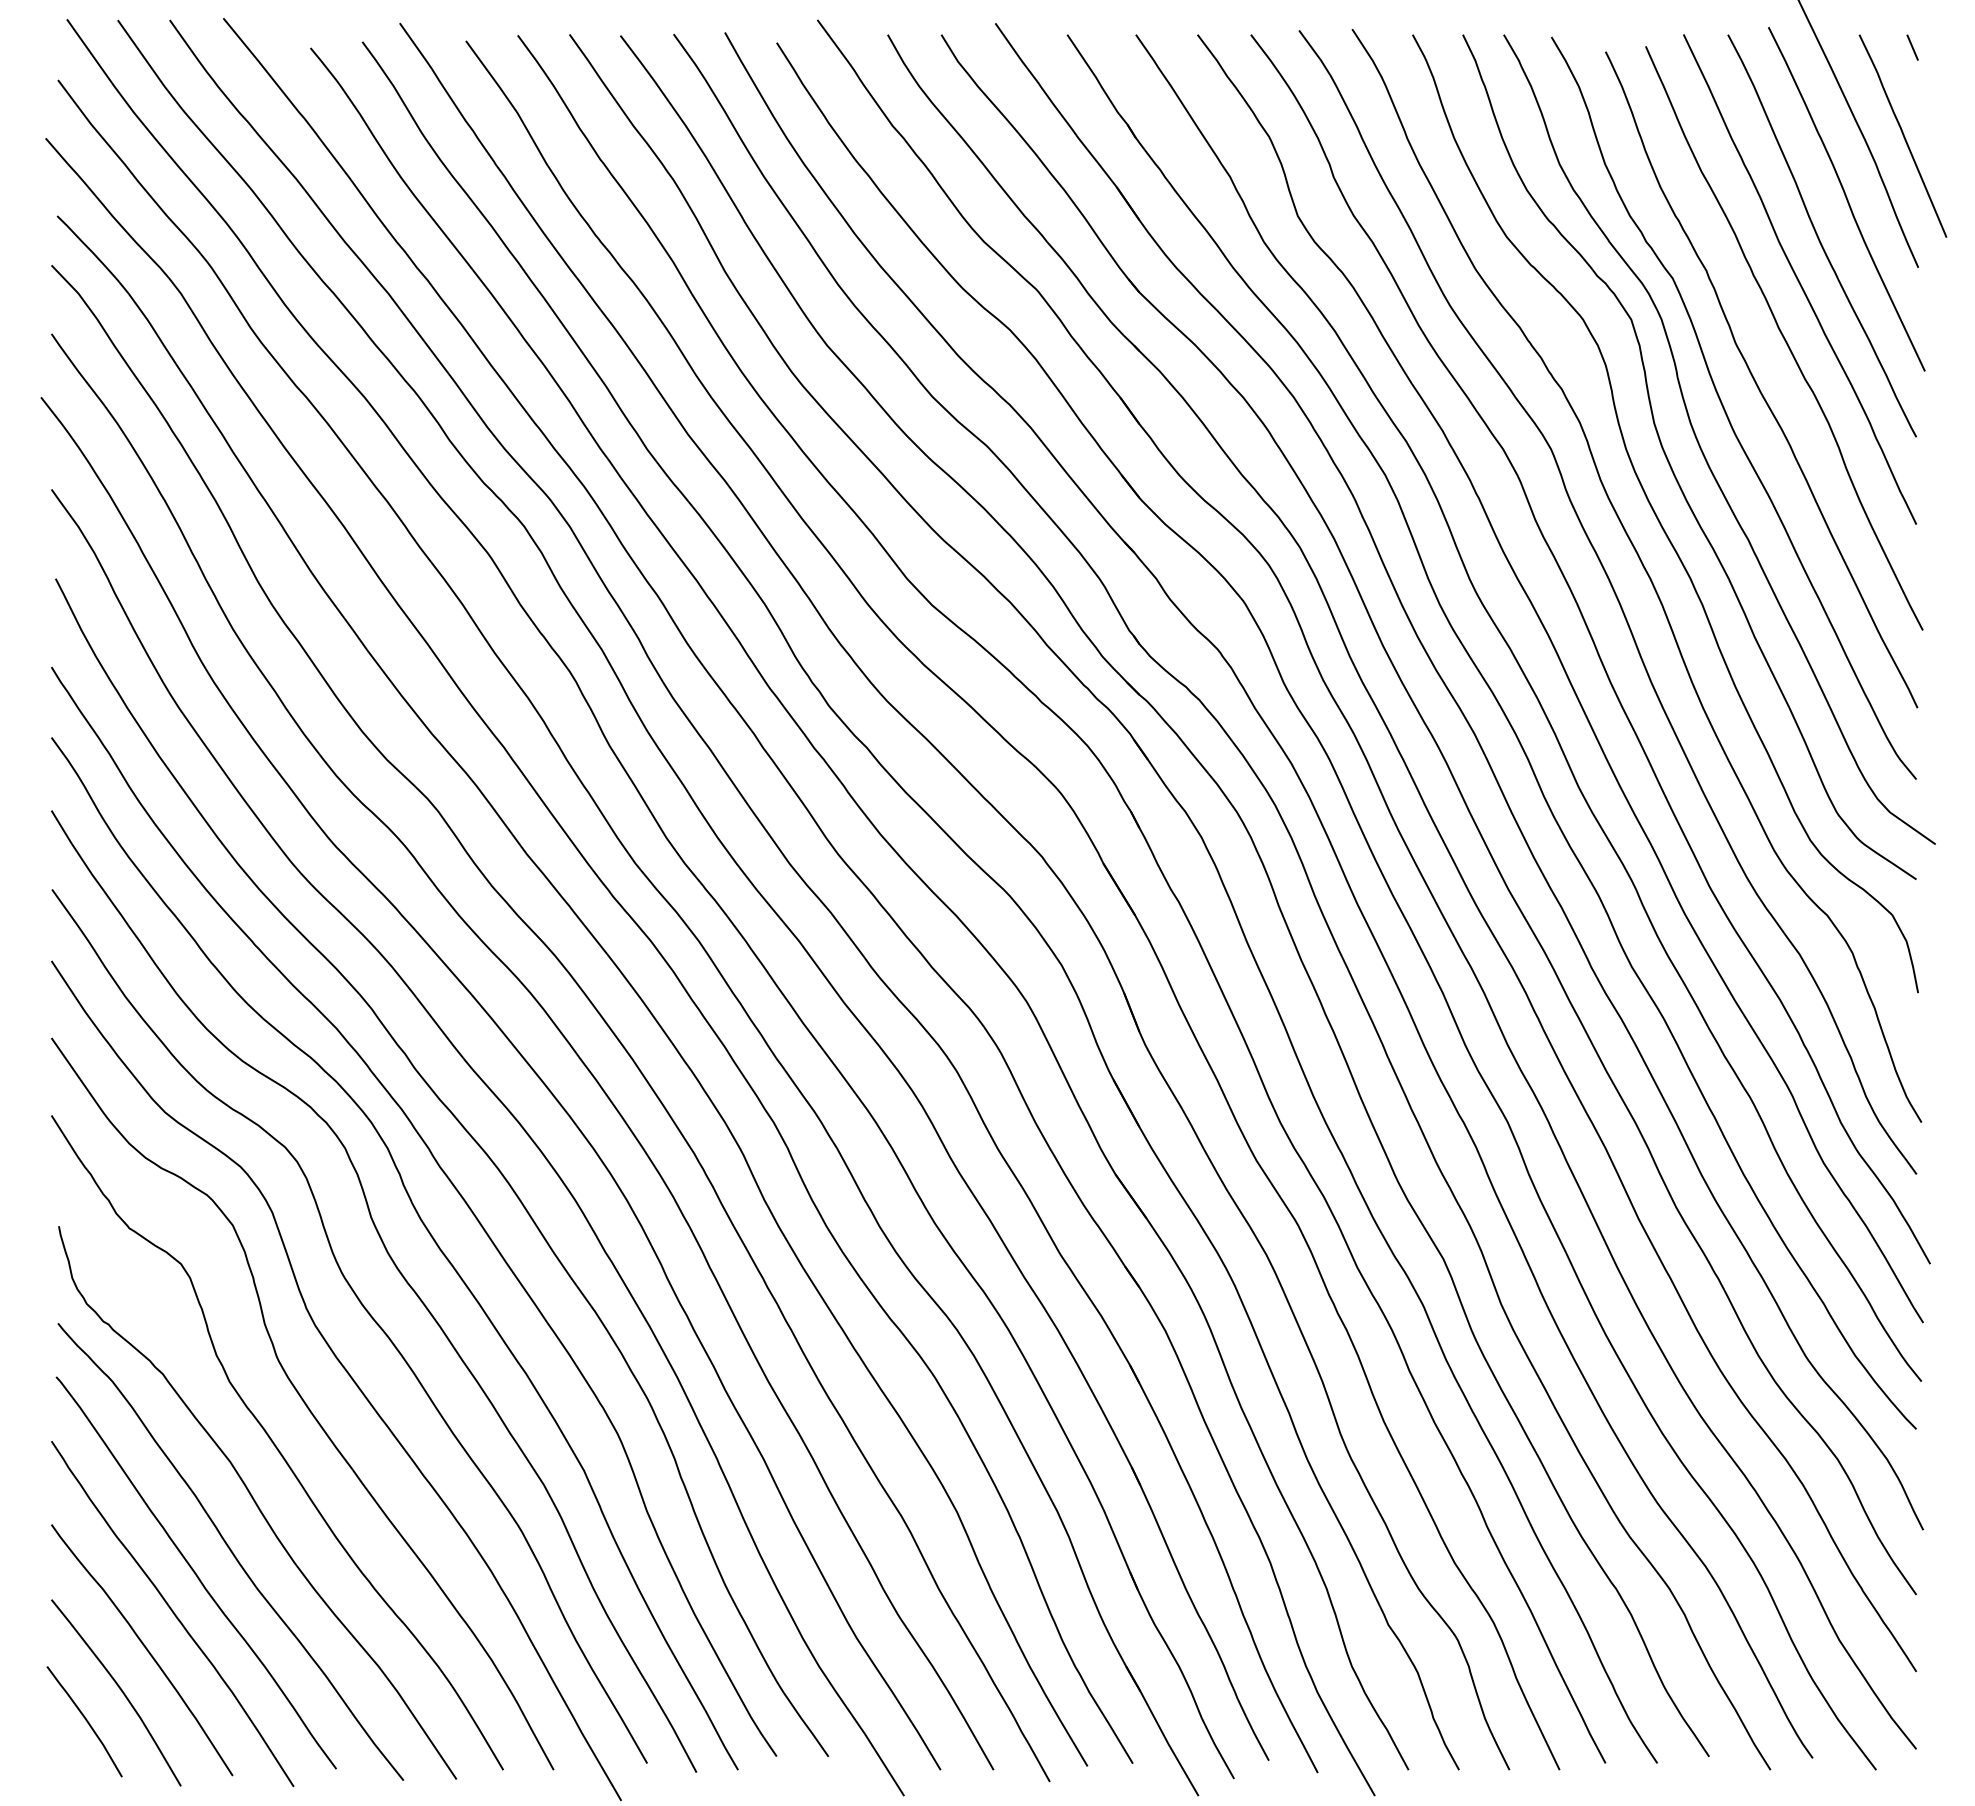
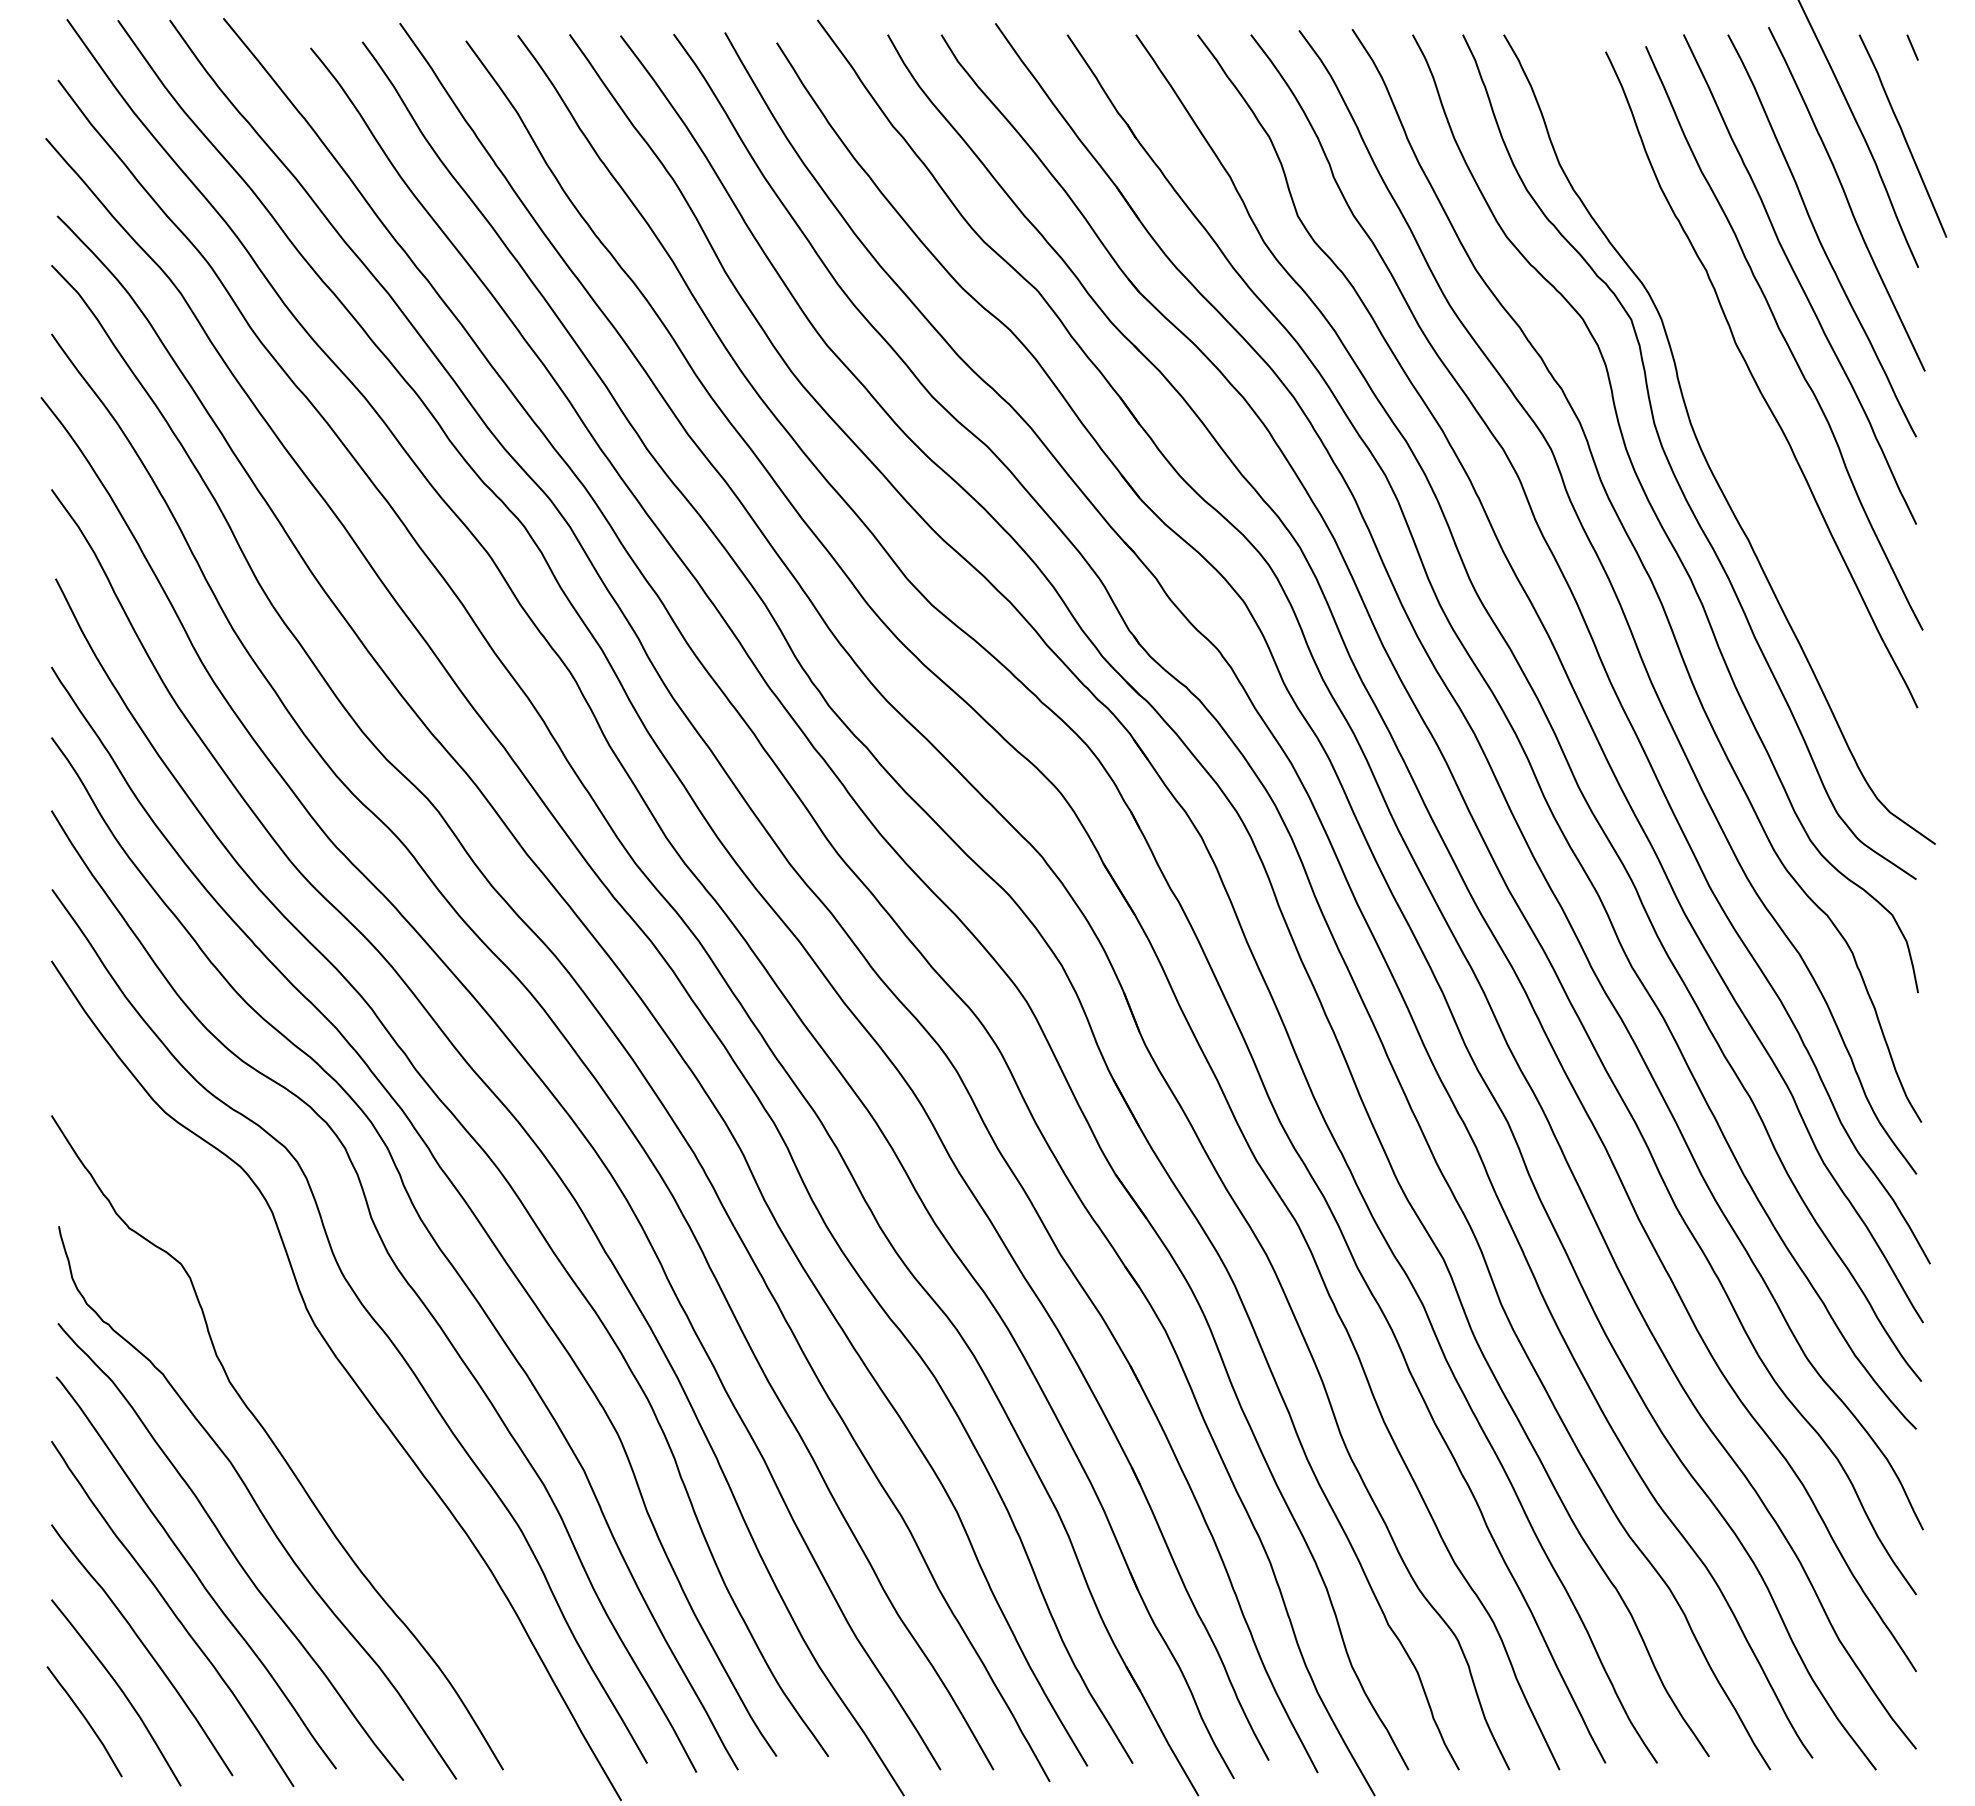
curve at (1726, 411): present -> none
curve at (303, 1402): present -> none
